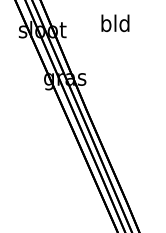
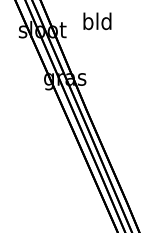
text at (115, 22) position: (115, 22) -> (97, 20)
